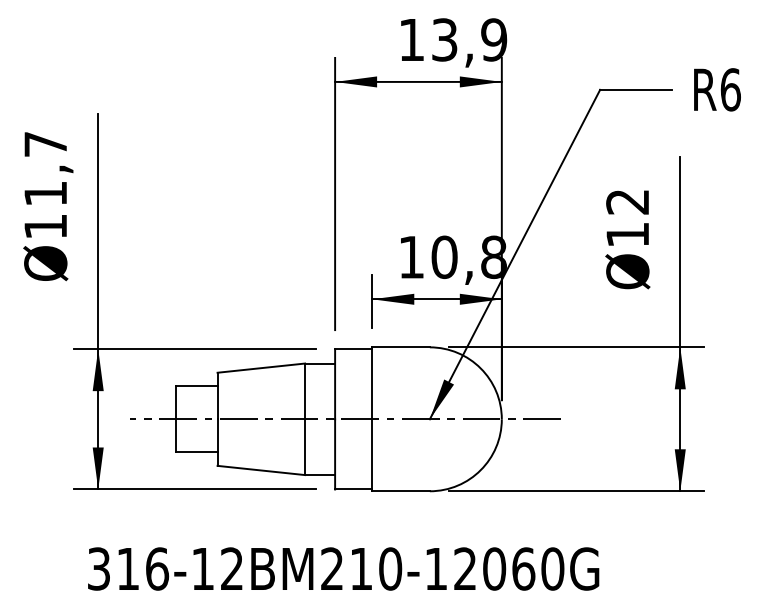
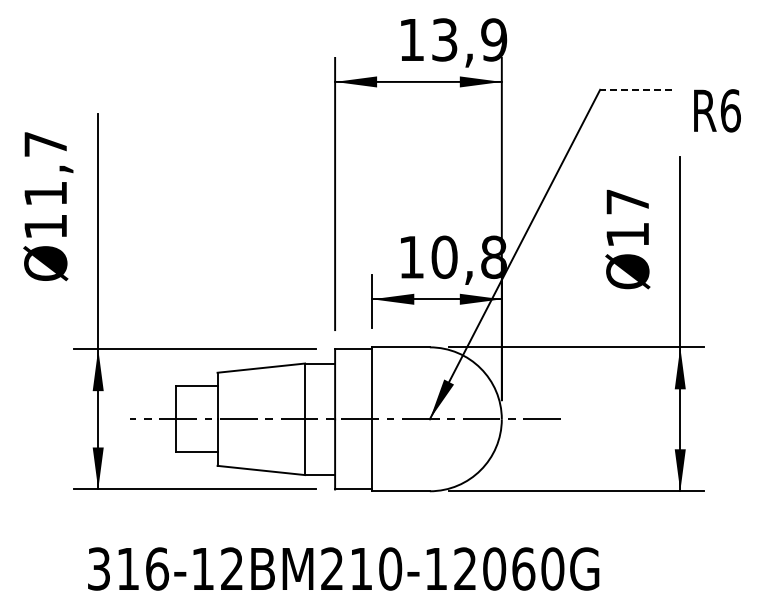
line at (636, 89): solid -> dashed
text at (717, 89) position: (717, 89) -> (717, 110)
text at (627, 201): Ø12 -> Ø17
